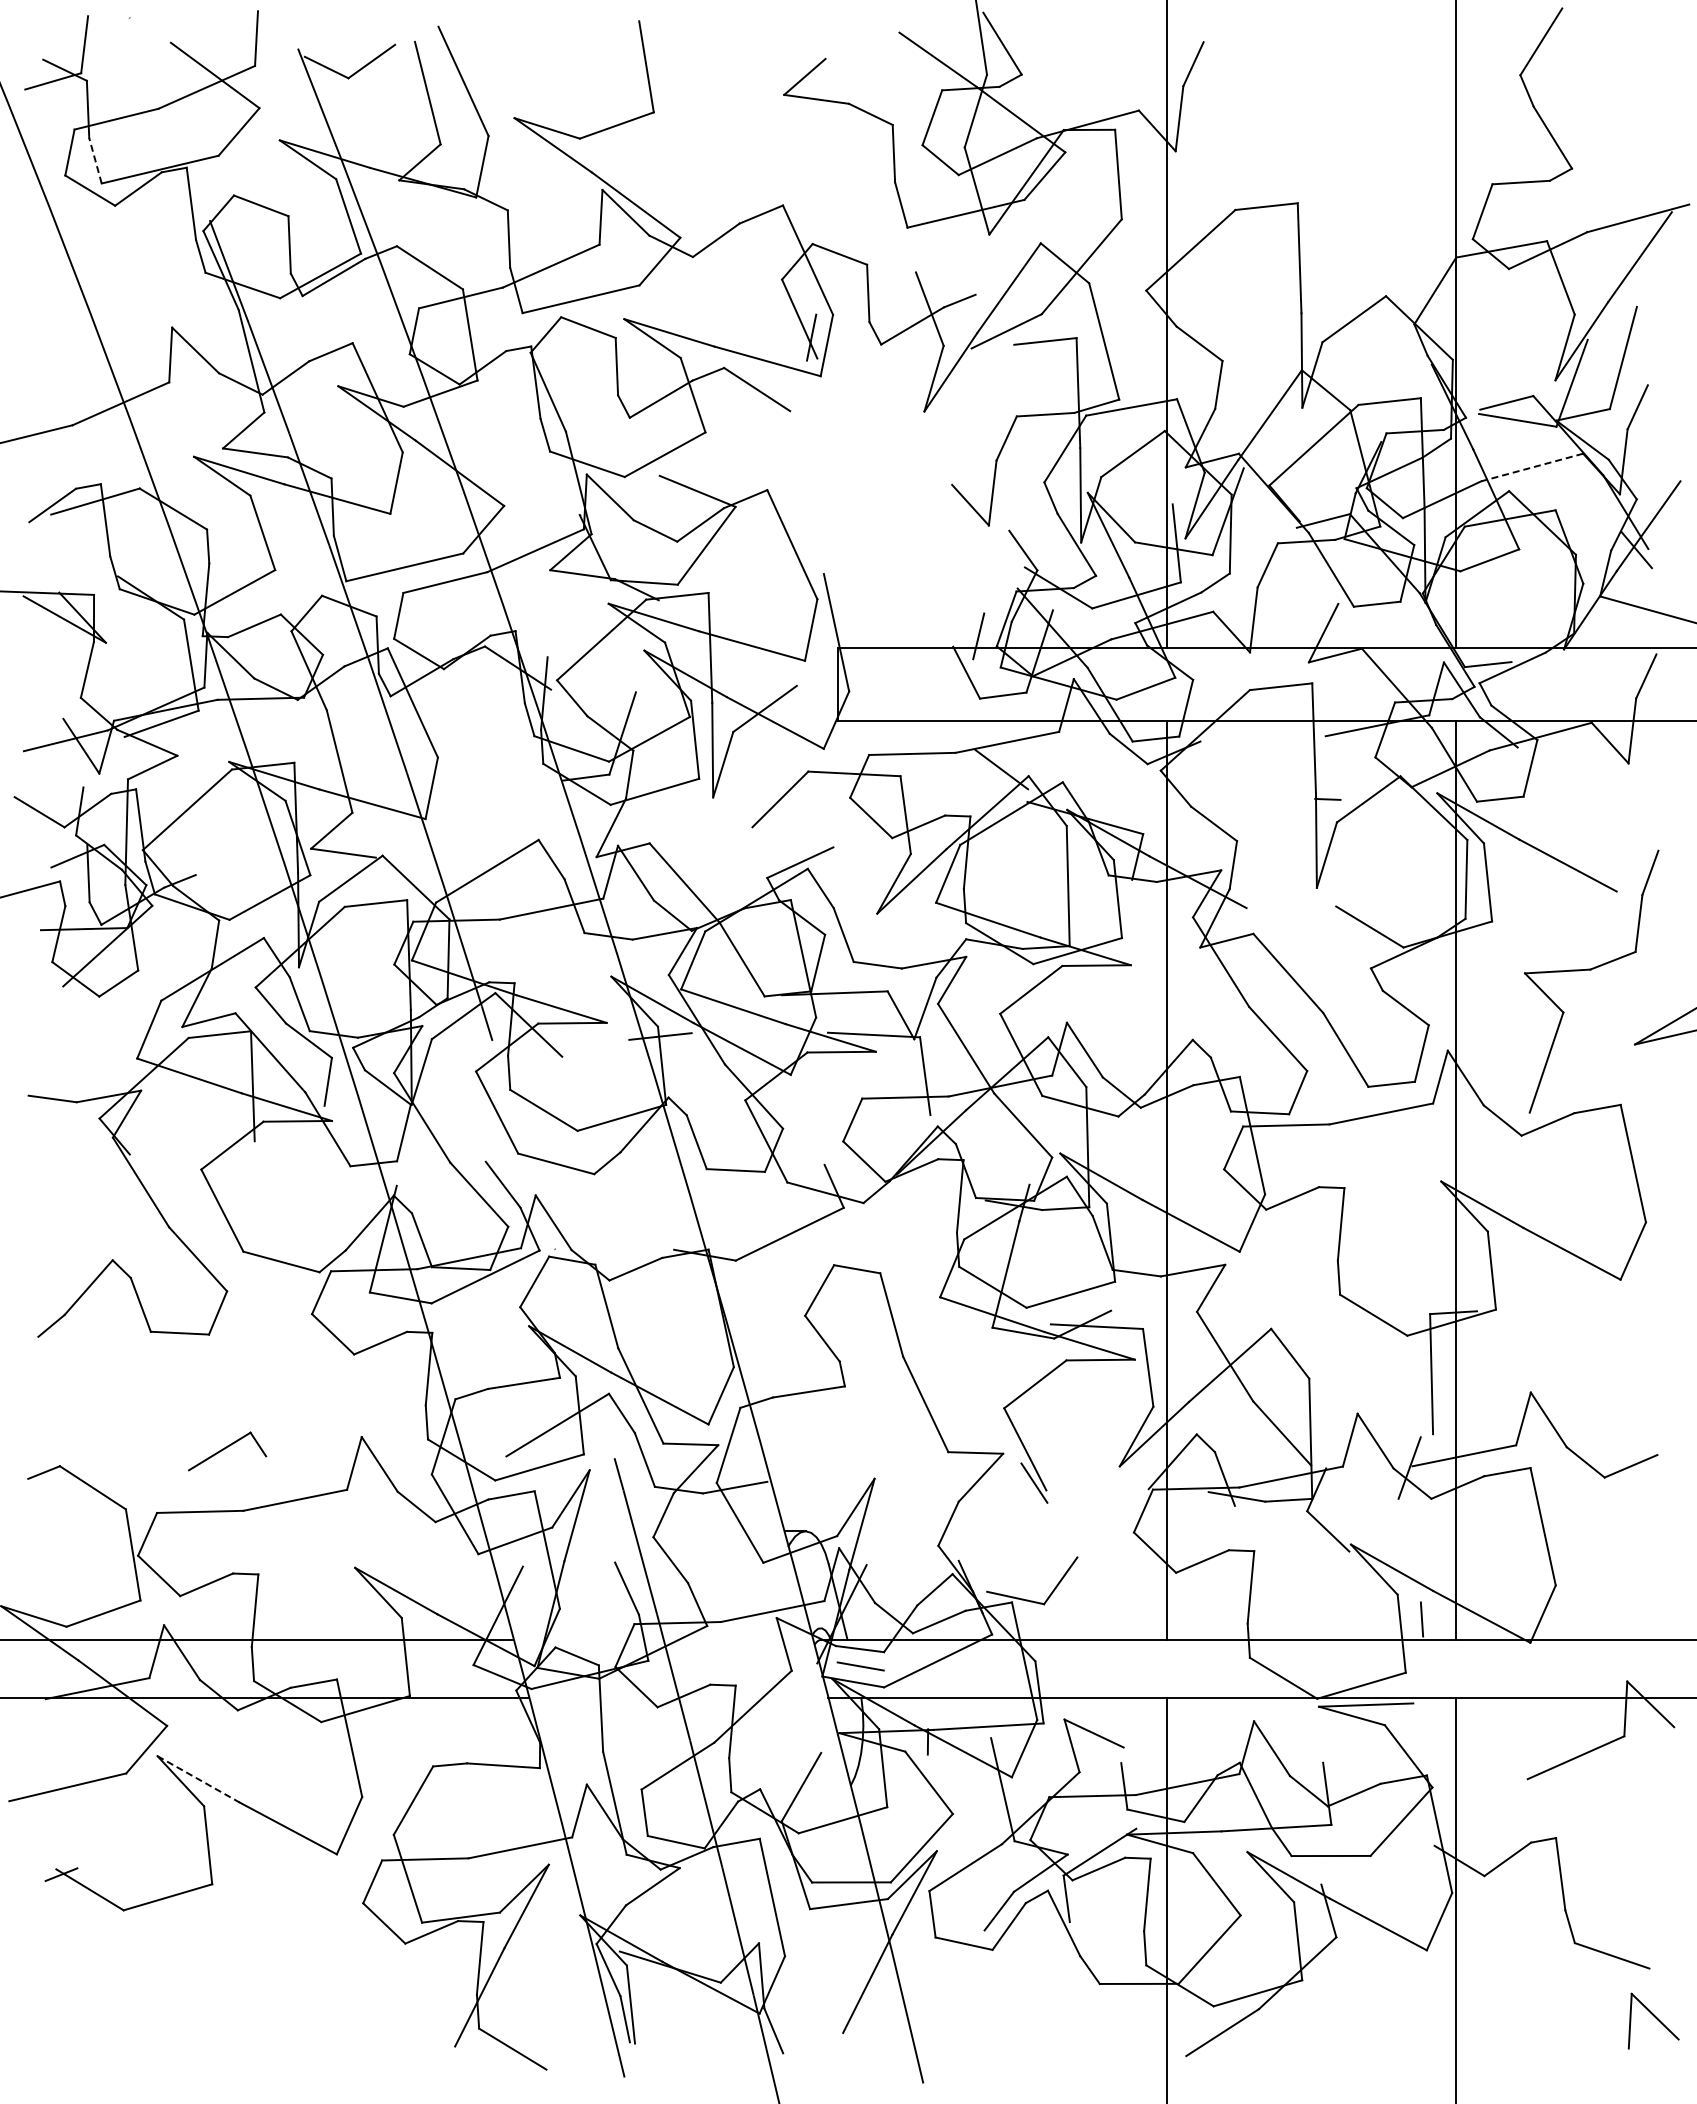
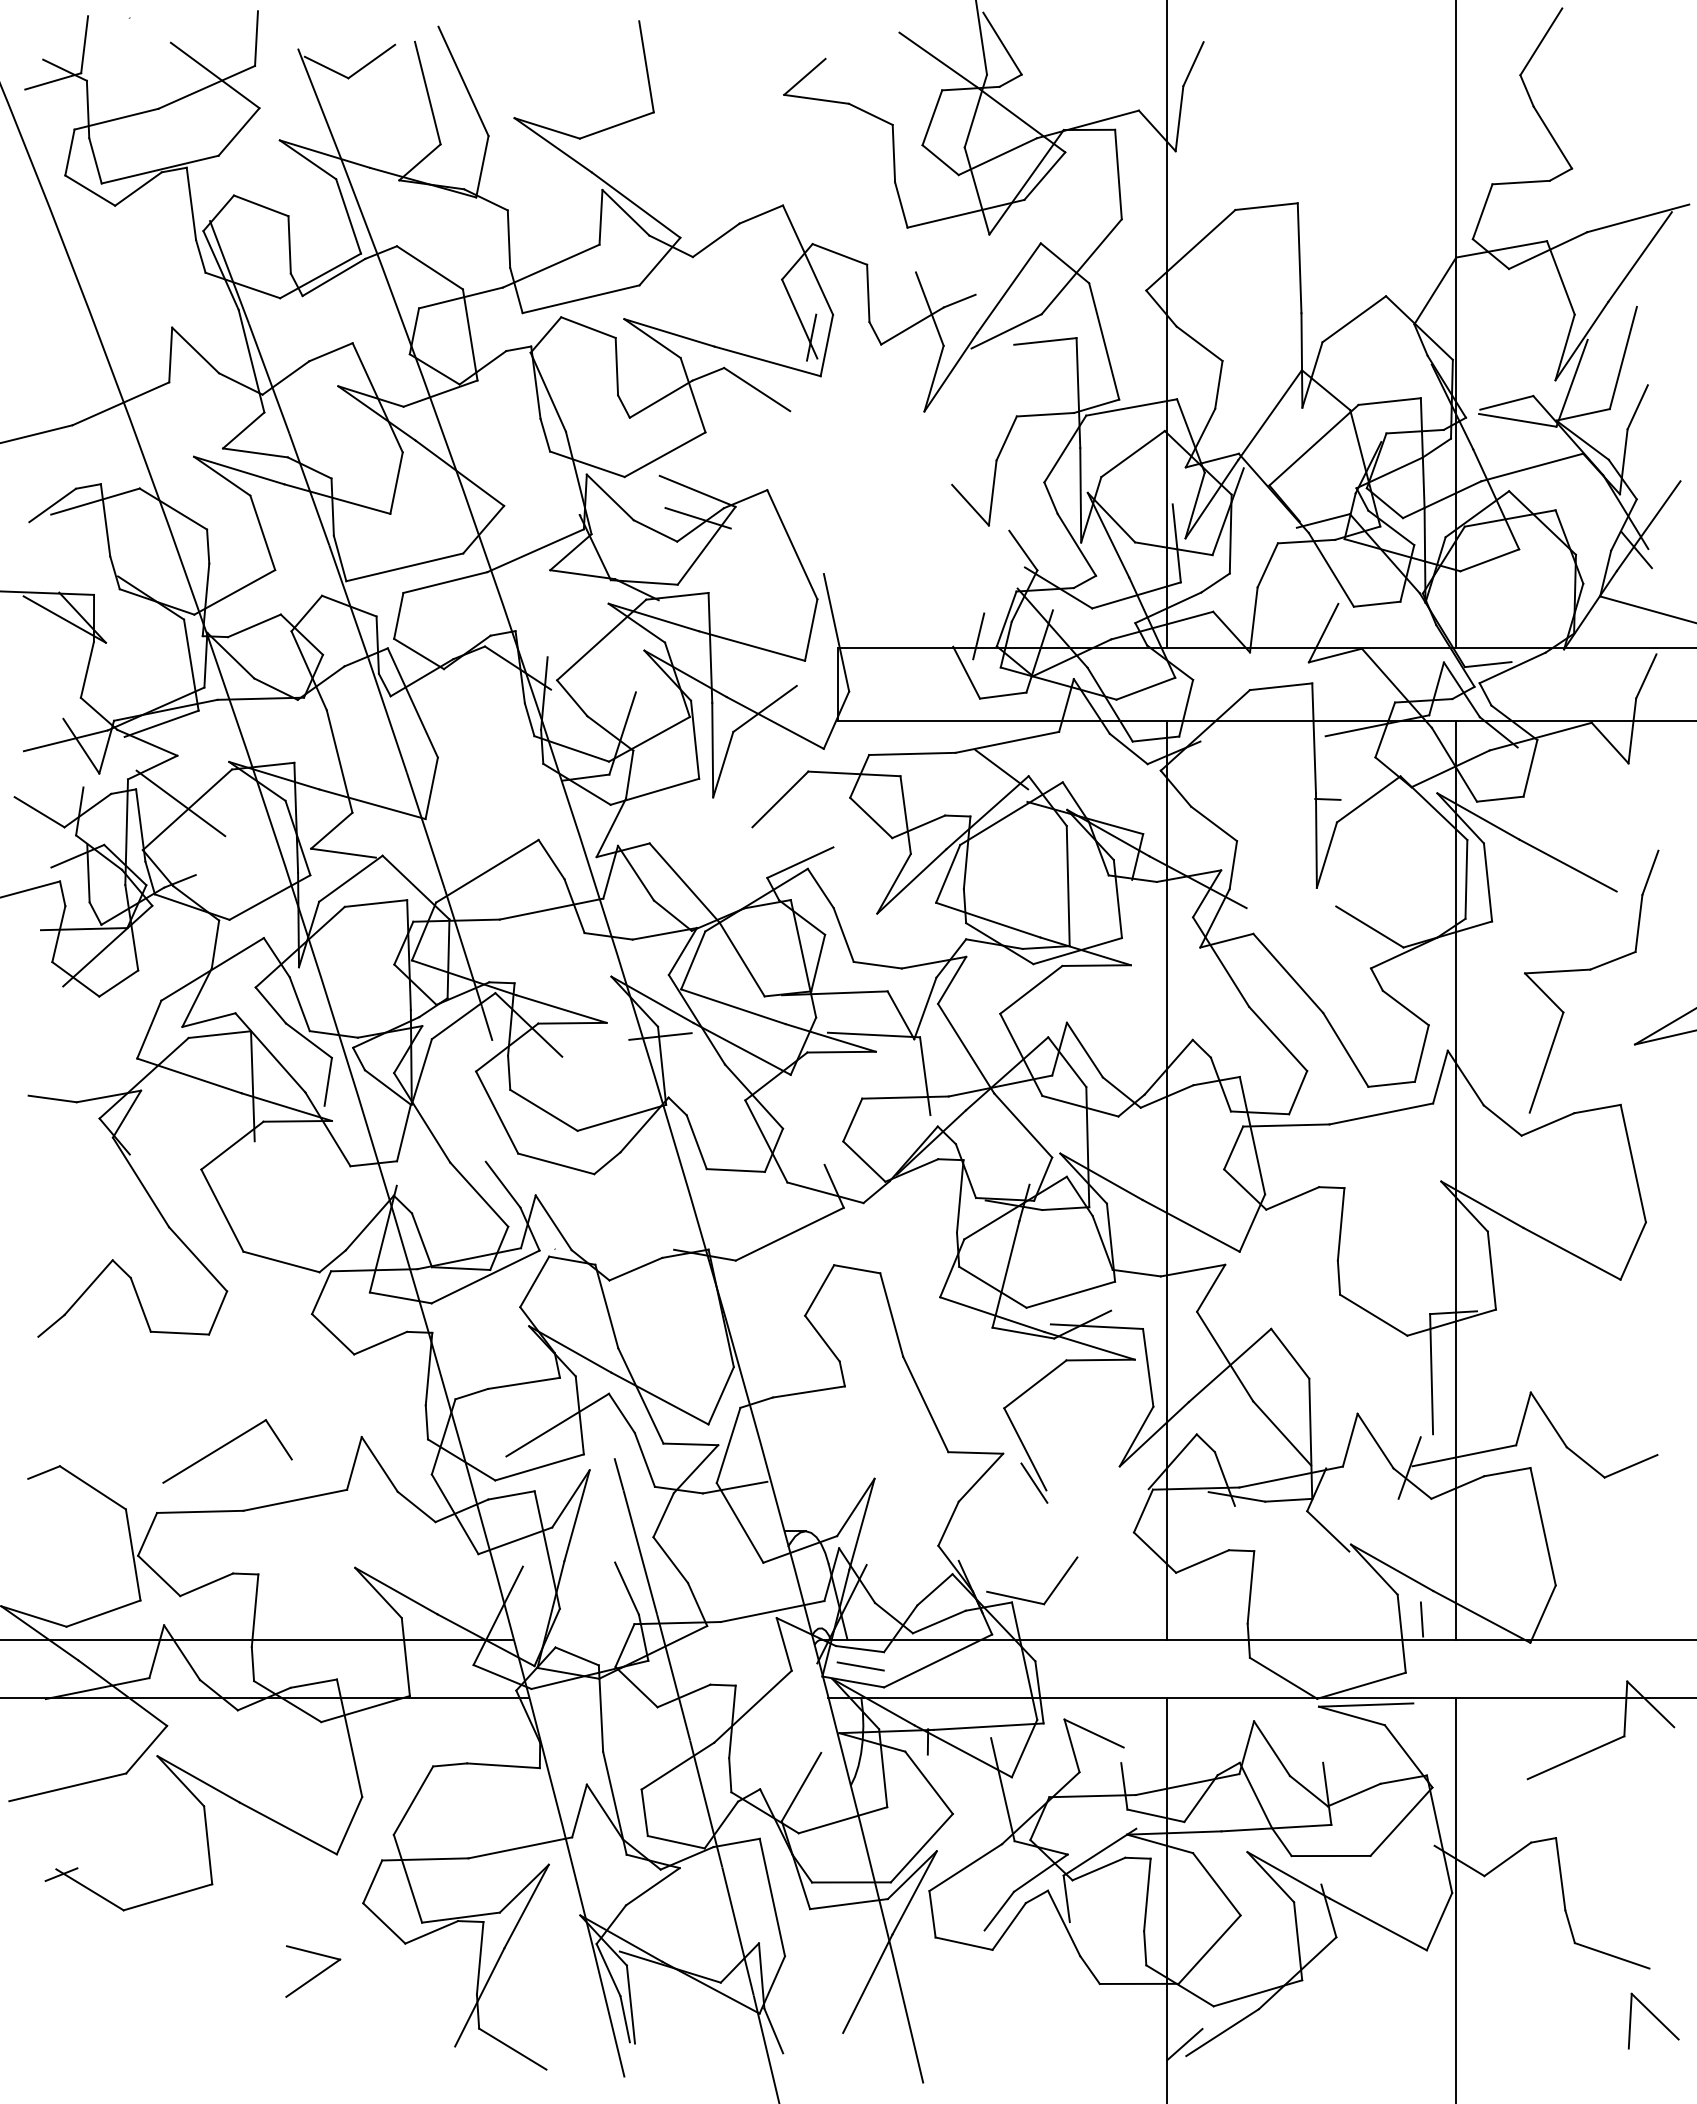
line at (95, 160): dashed -> solid
line at (1532, 467): dashed -> solid
line at (697, 518): none -> present
line at (180, 803): none -> present
part at (227, 1451) size: 80x41 px -> 131x65 px
line at (199, 1779): dashed -> solid
part at (313, 1971): none -> present
line at (1184, 2044): none -> present
